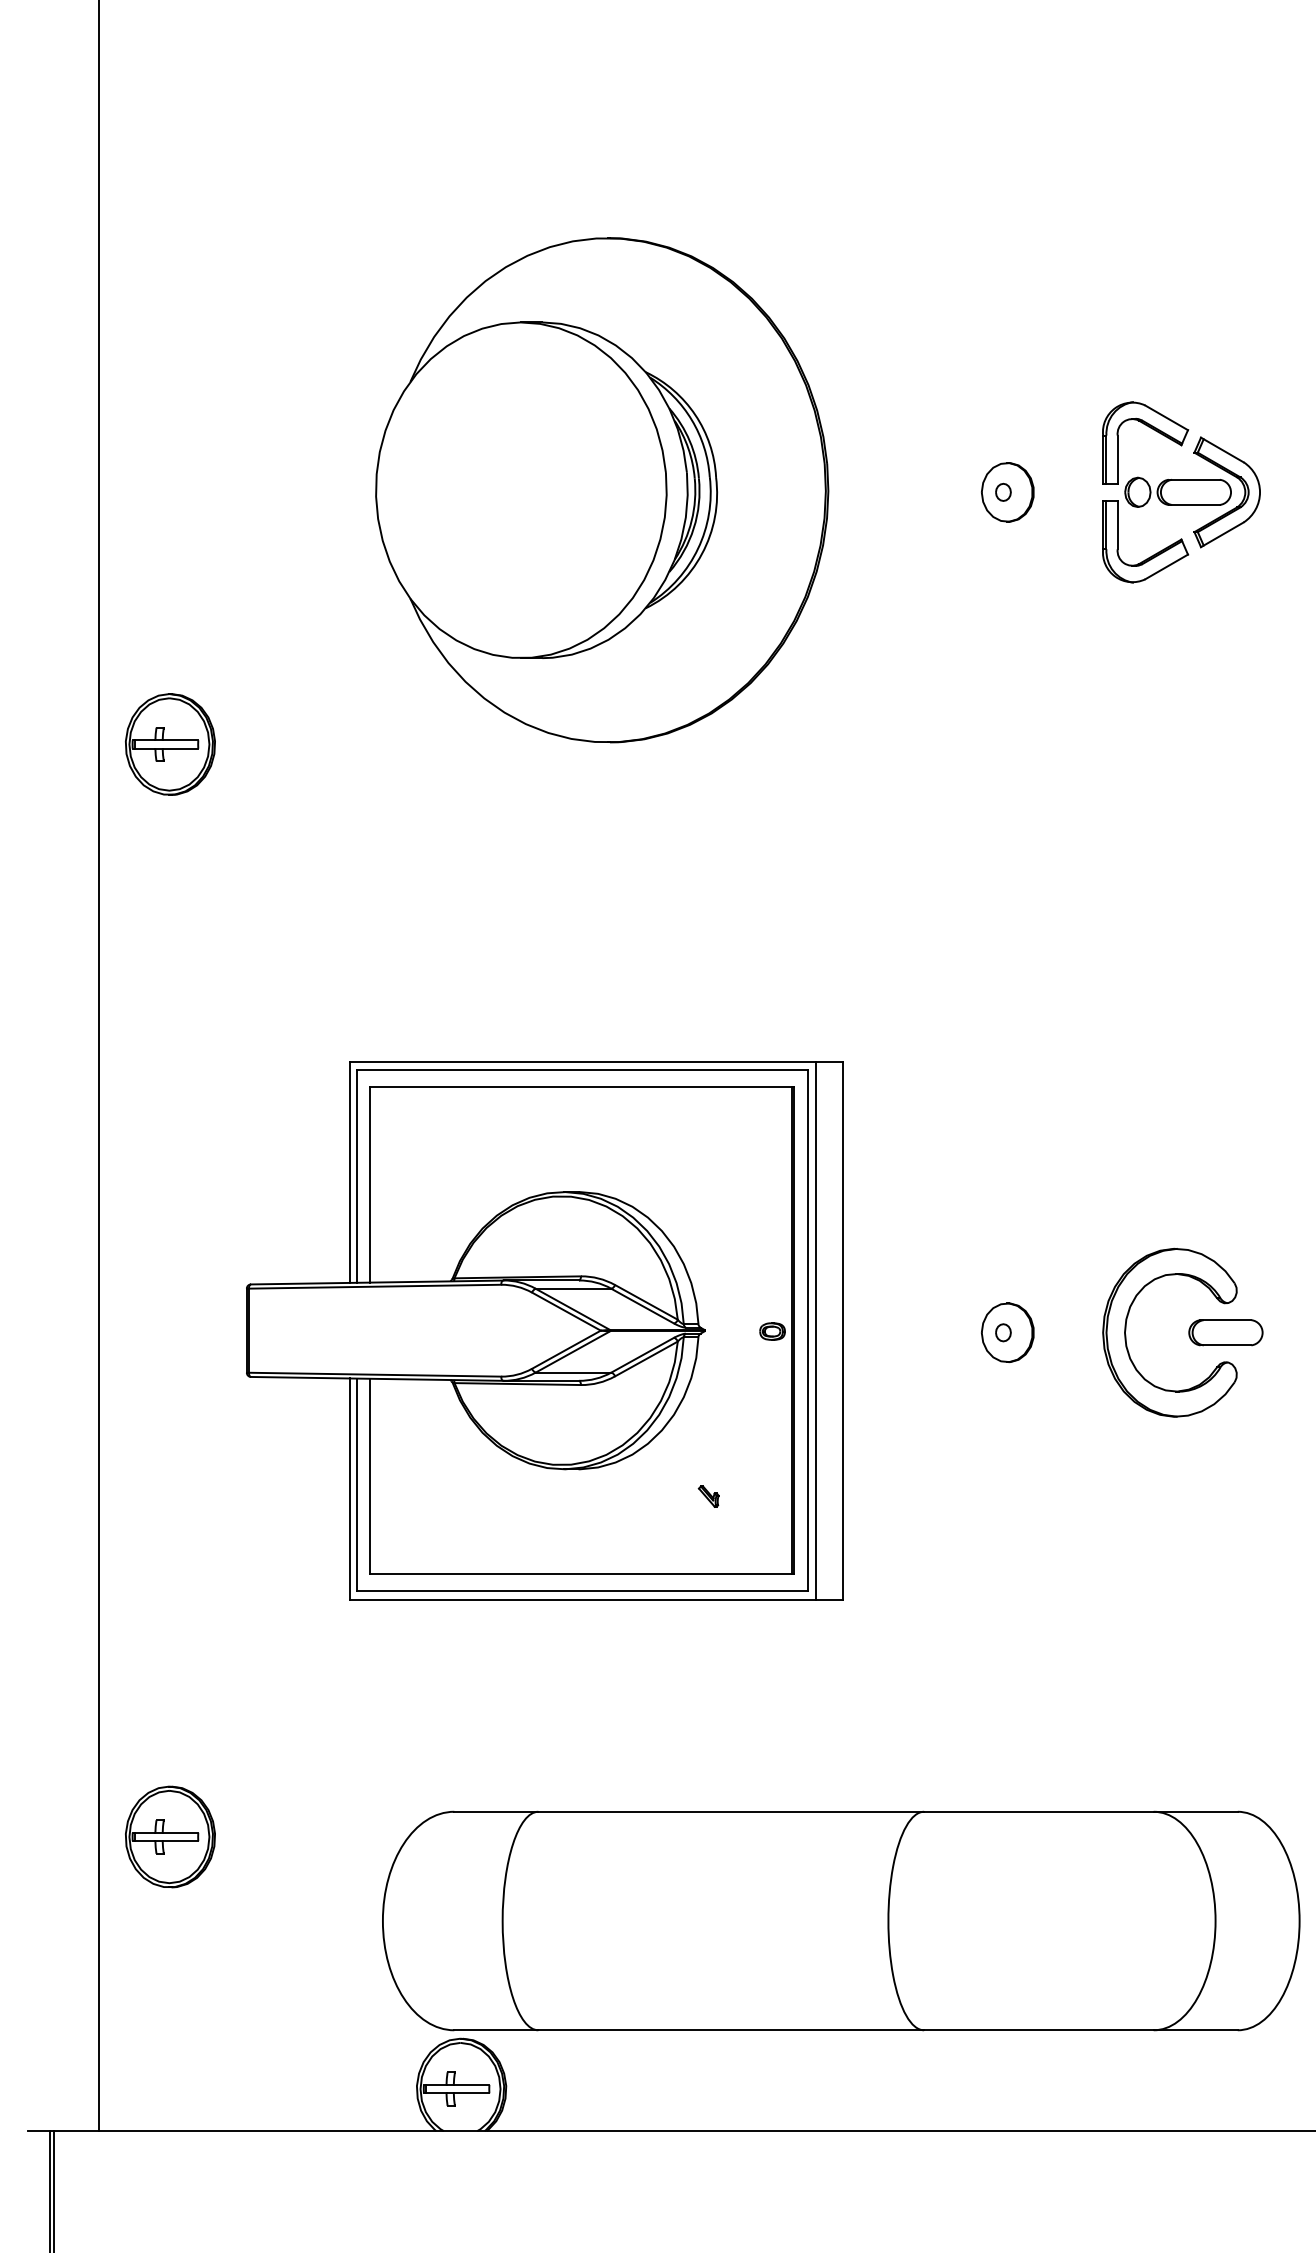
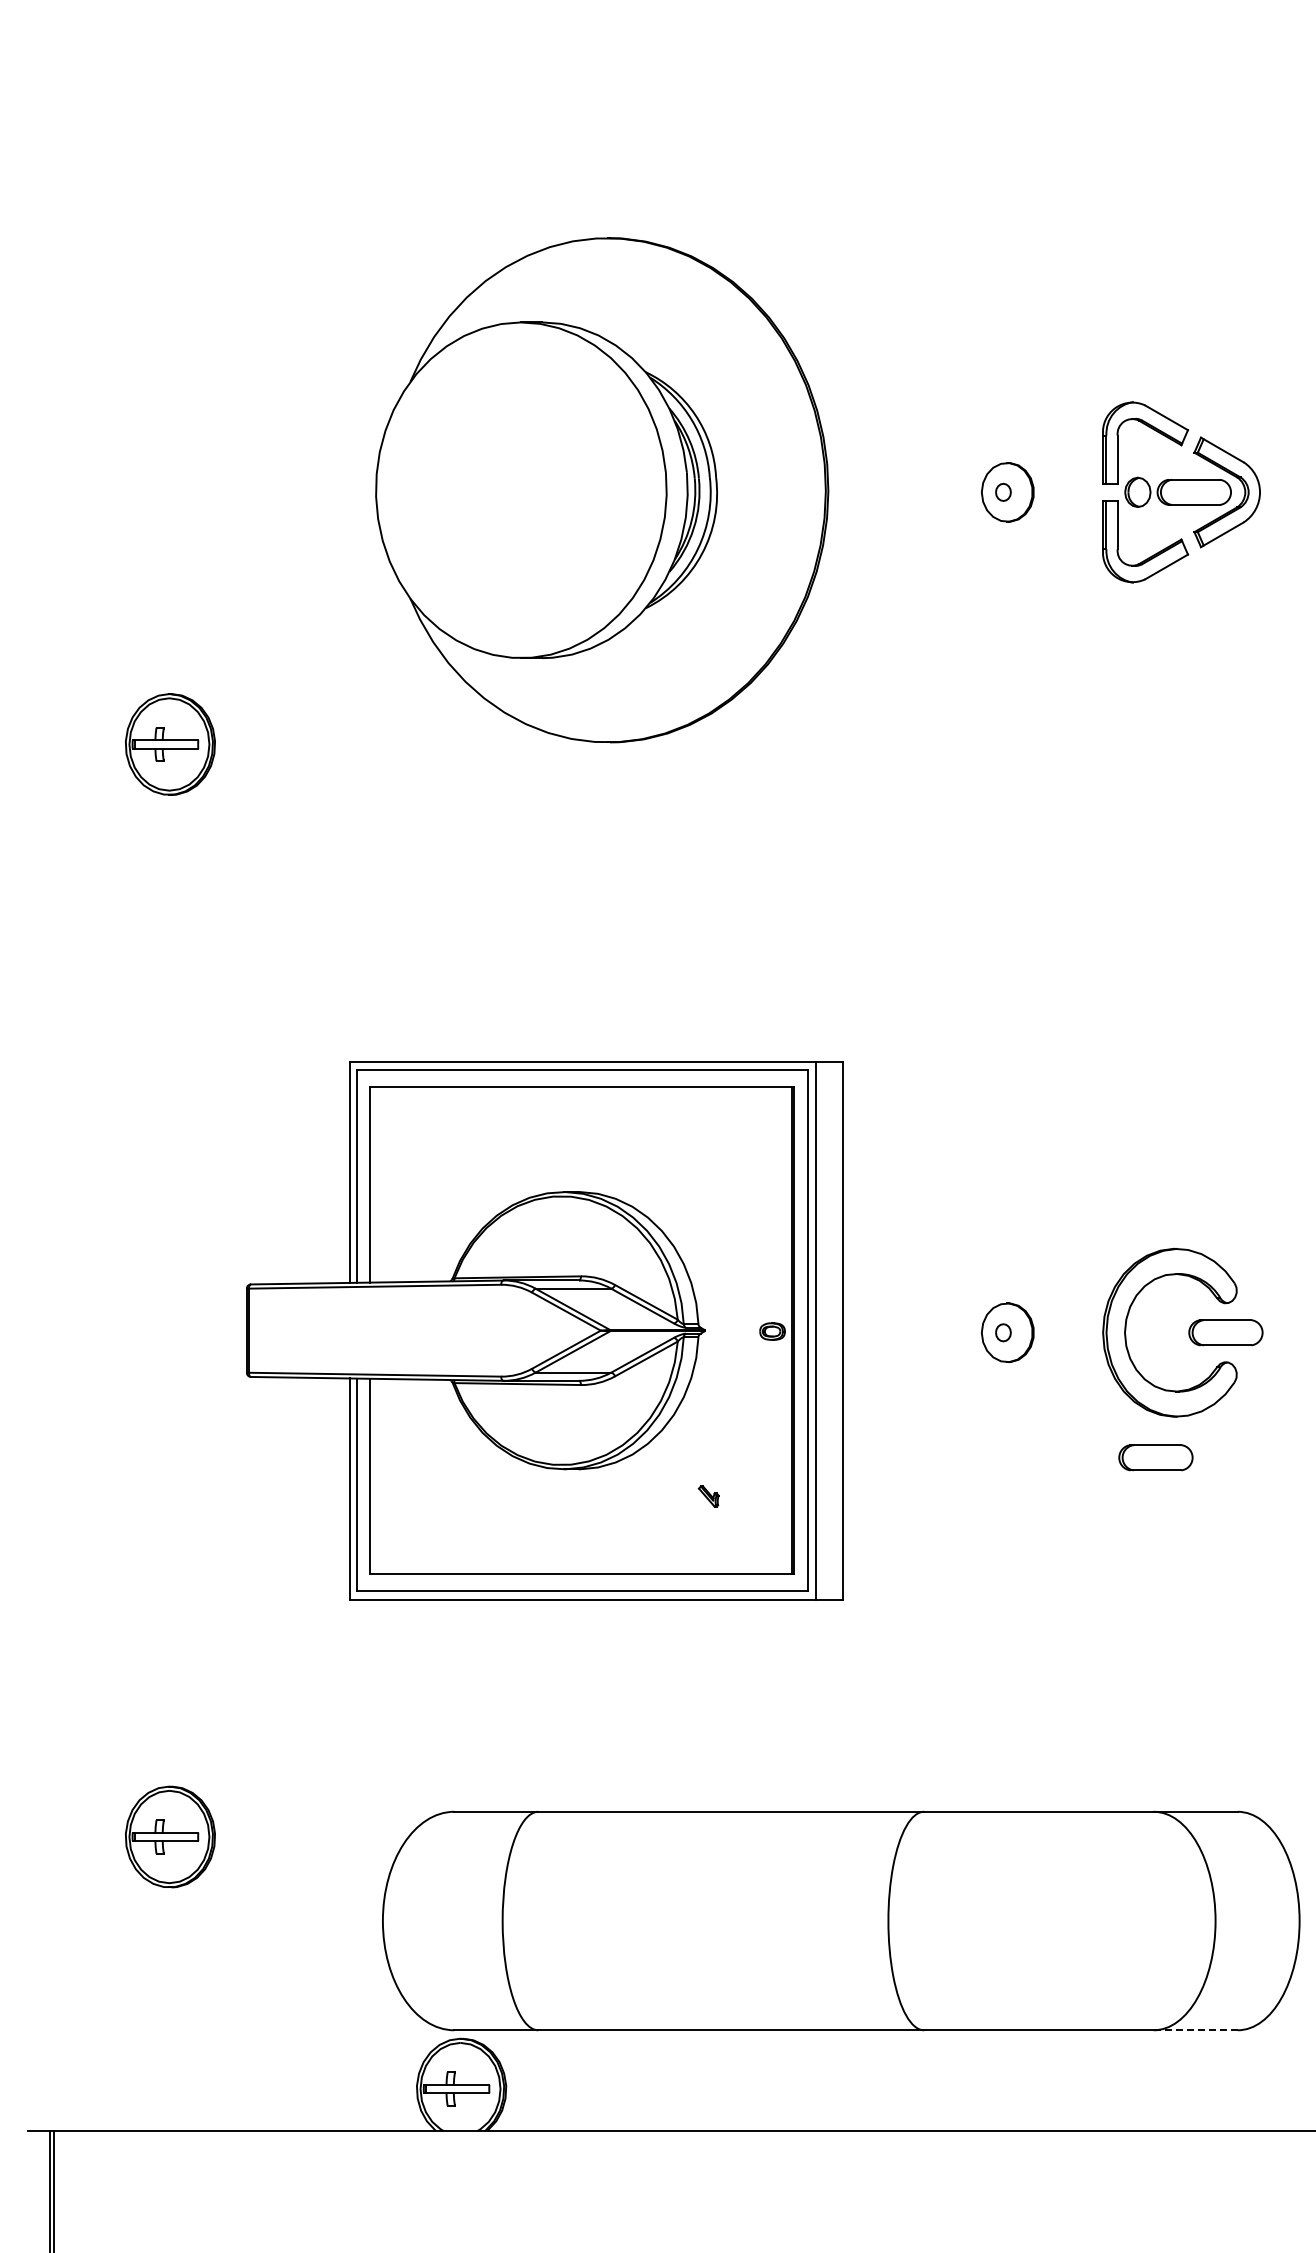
line at (98, 1066): present -> none
part at (1155, 1457): none -> present
line at (1196, 2030): solid -> dashed
